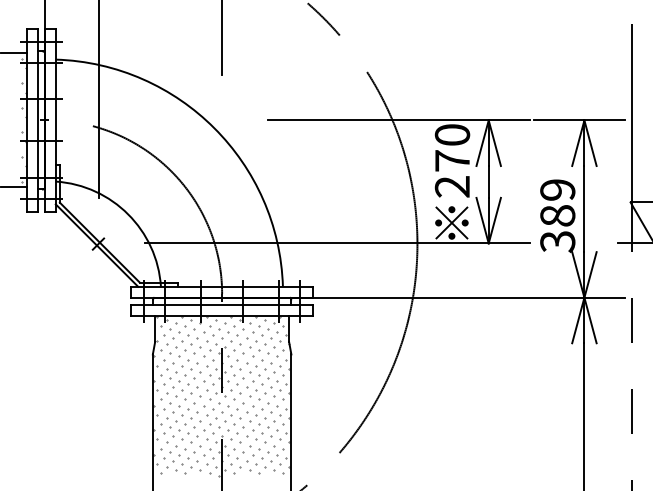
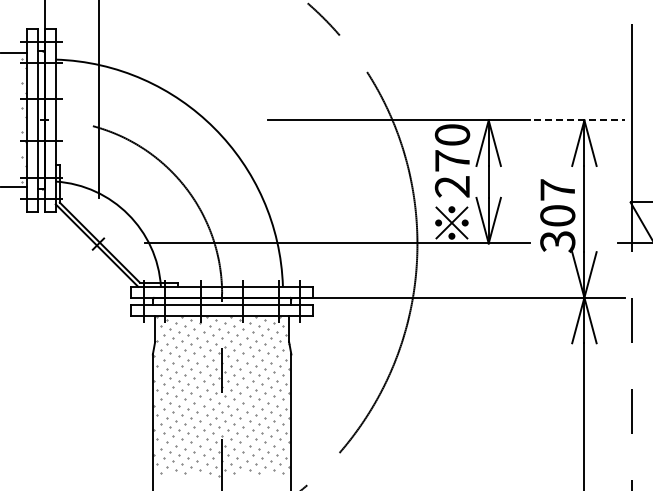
line at (222, 38): present -> none
line at (579, 120): solid -> dashed
text at (557, 202): 389 -> 307
